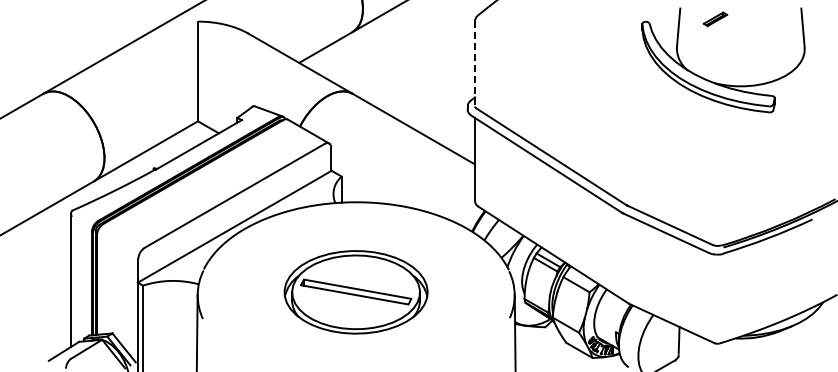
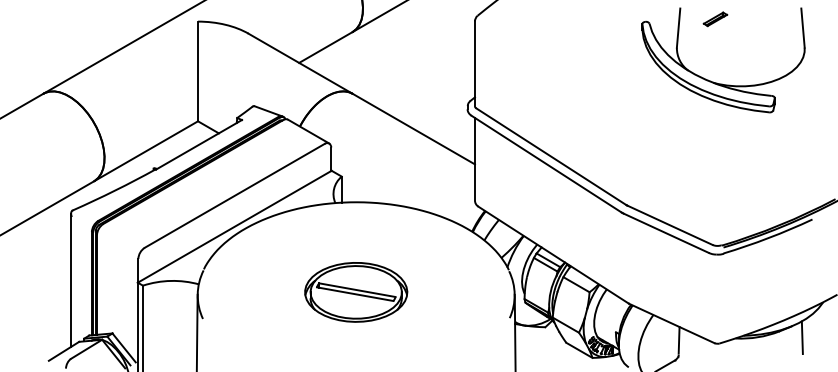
line at (474, 63): dashed -> solid
part at (355, 292) size: 146x85 px -> 105x61 px
line at (801, 337): none -> present
